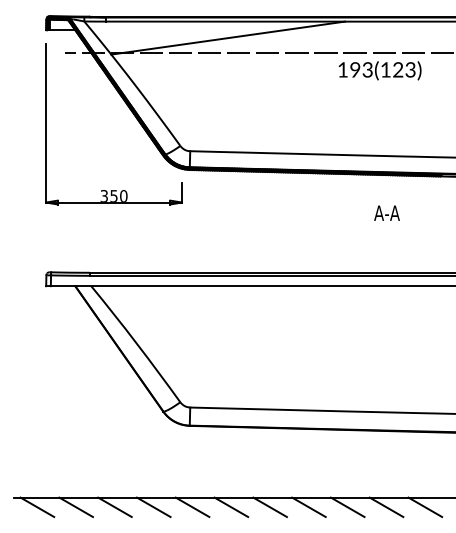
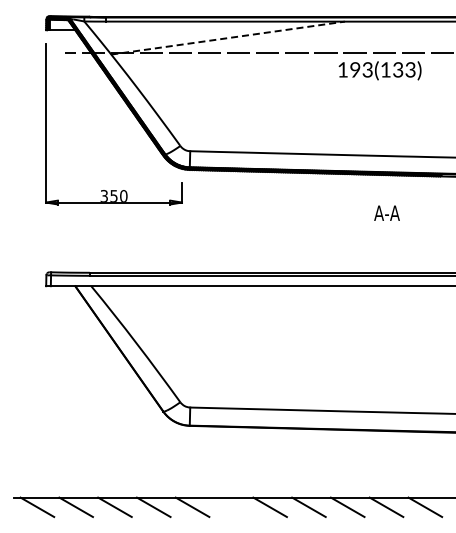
line at (228, 38): solid -> dashed
text at (398, 72): 193(123) -> 193(133)
line at (231, 507): present -> none
